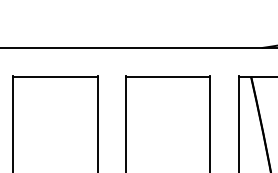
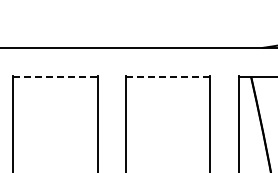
line at (55, 76): solid -> dashed
line at (168, 76): solid -> dashed
